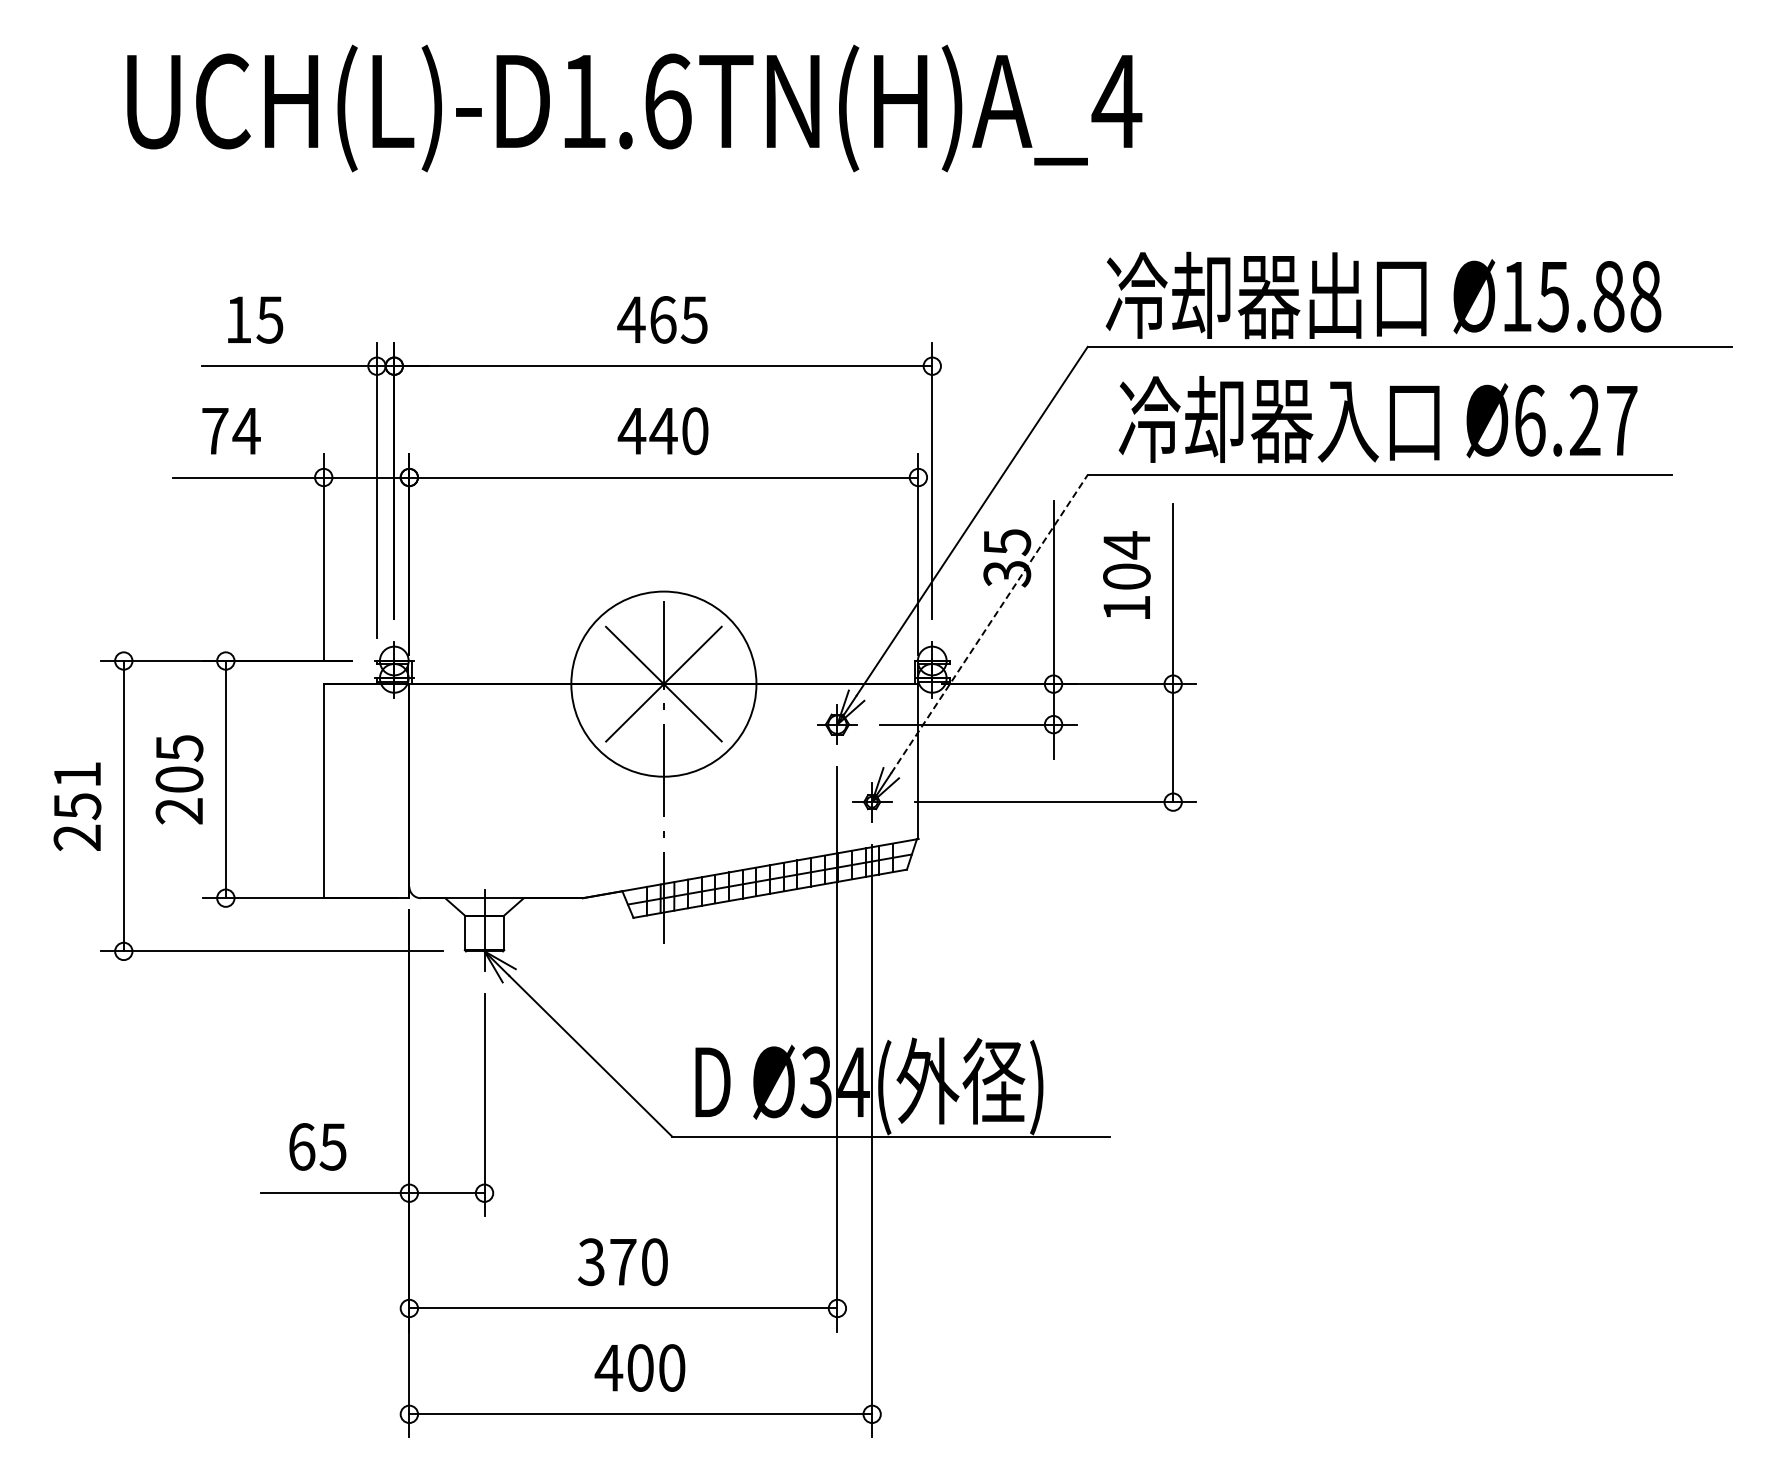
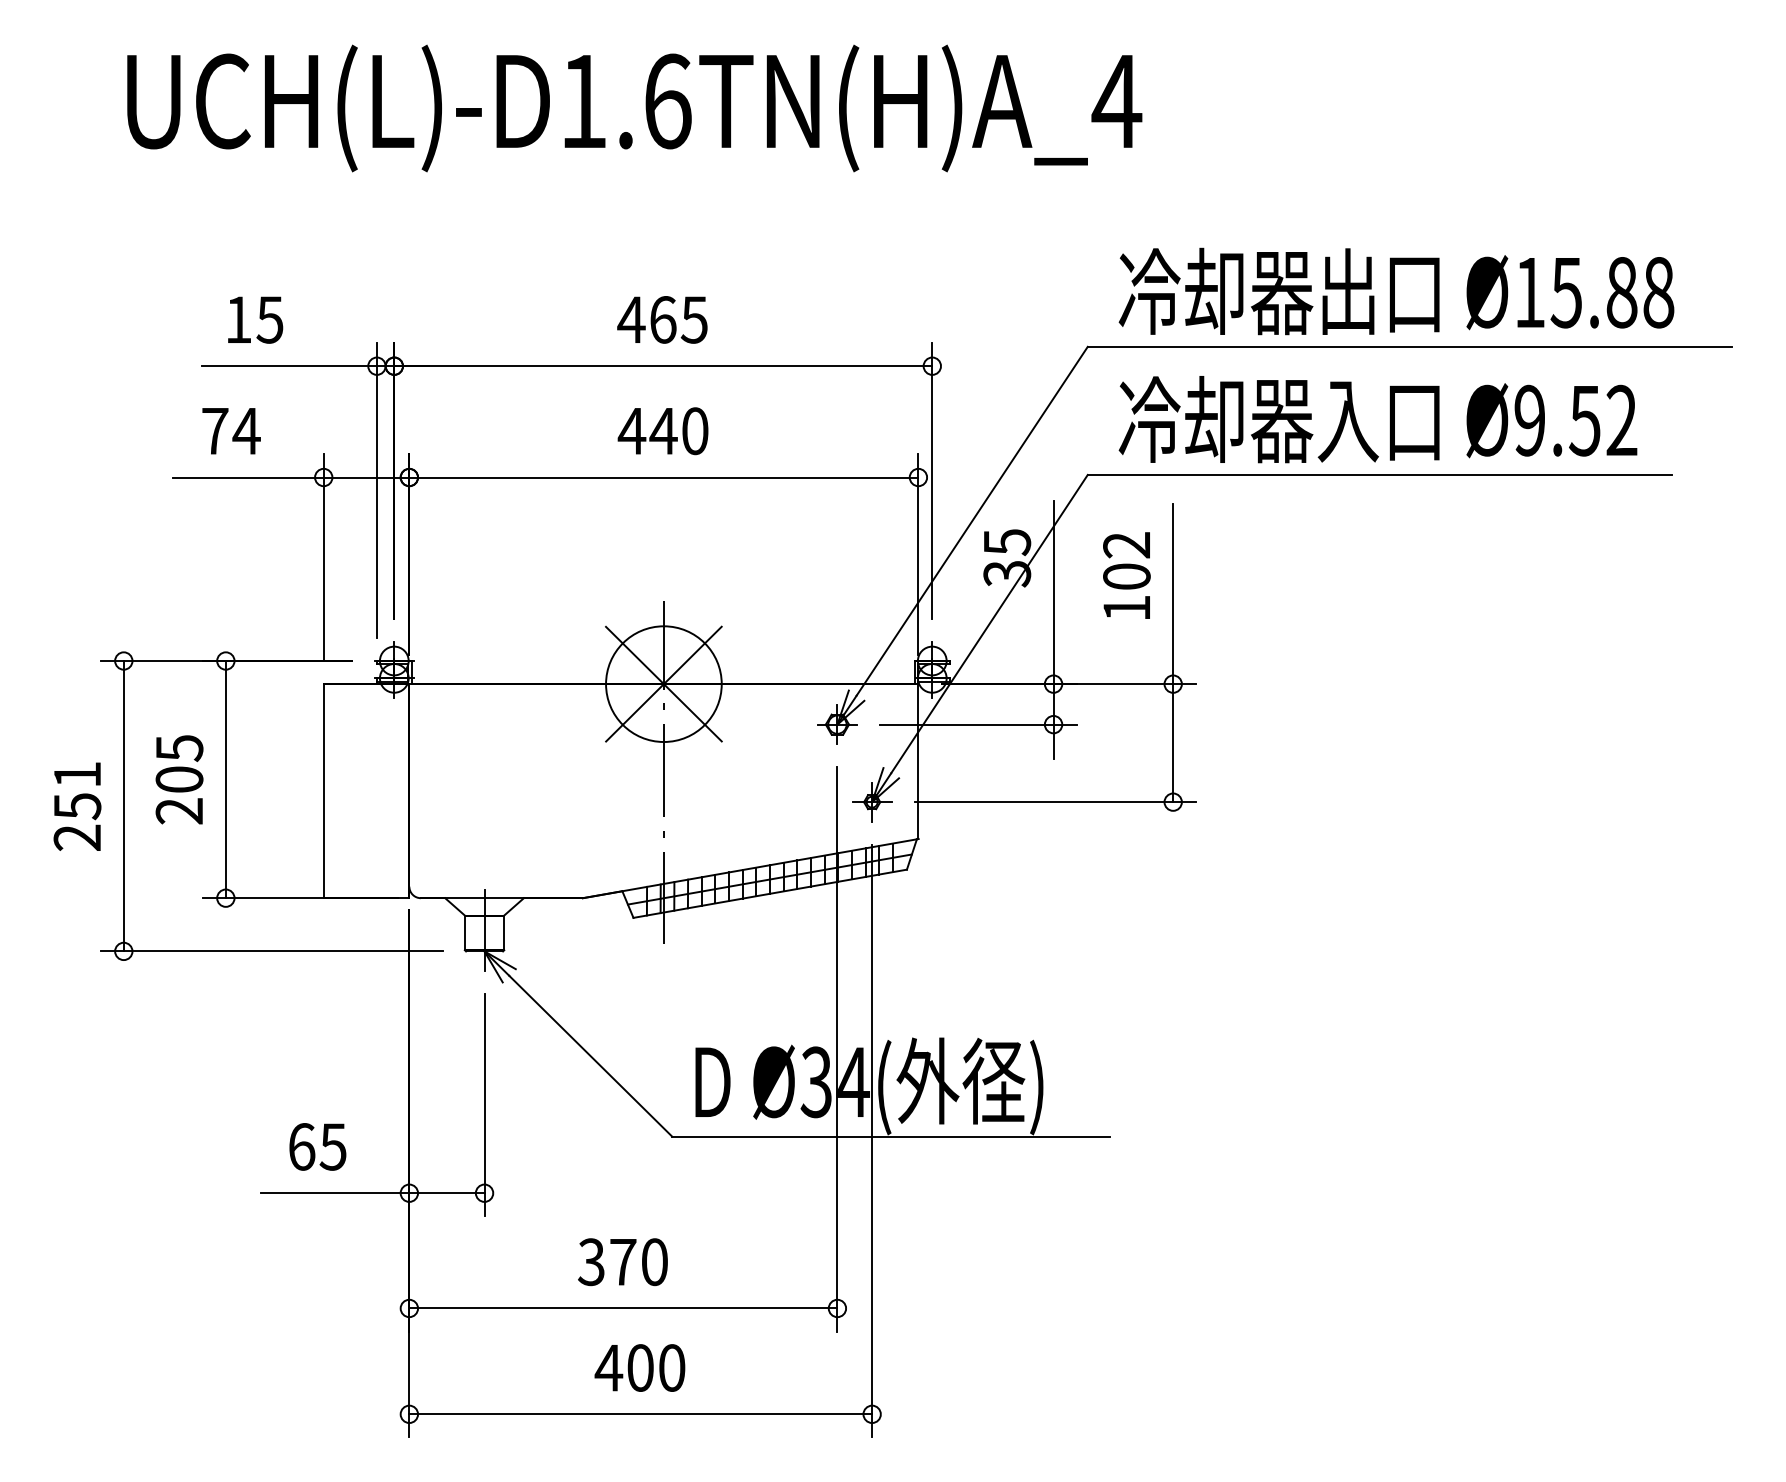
text at (1383, 295) position: (1383, 295) -> (1396, 291)
text at (1575, 420): Ø6.27 -> Ø9.52
text at (1126, 545): 104 -> 102
line at (989, 624): dashed -> solid
circle at (663, 683) diameter: 185 px -> 116 px
